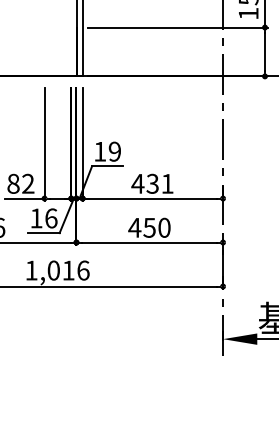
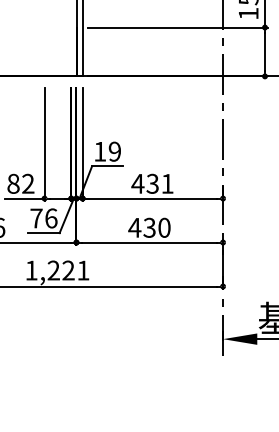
text at (36, 218): 16 -> 76
text at (149, 227): 450 -> 430
text at (68, 270): 1,016 -> 1,221
